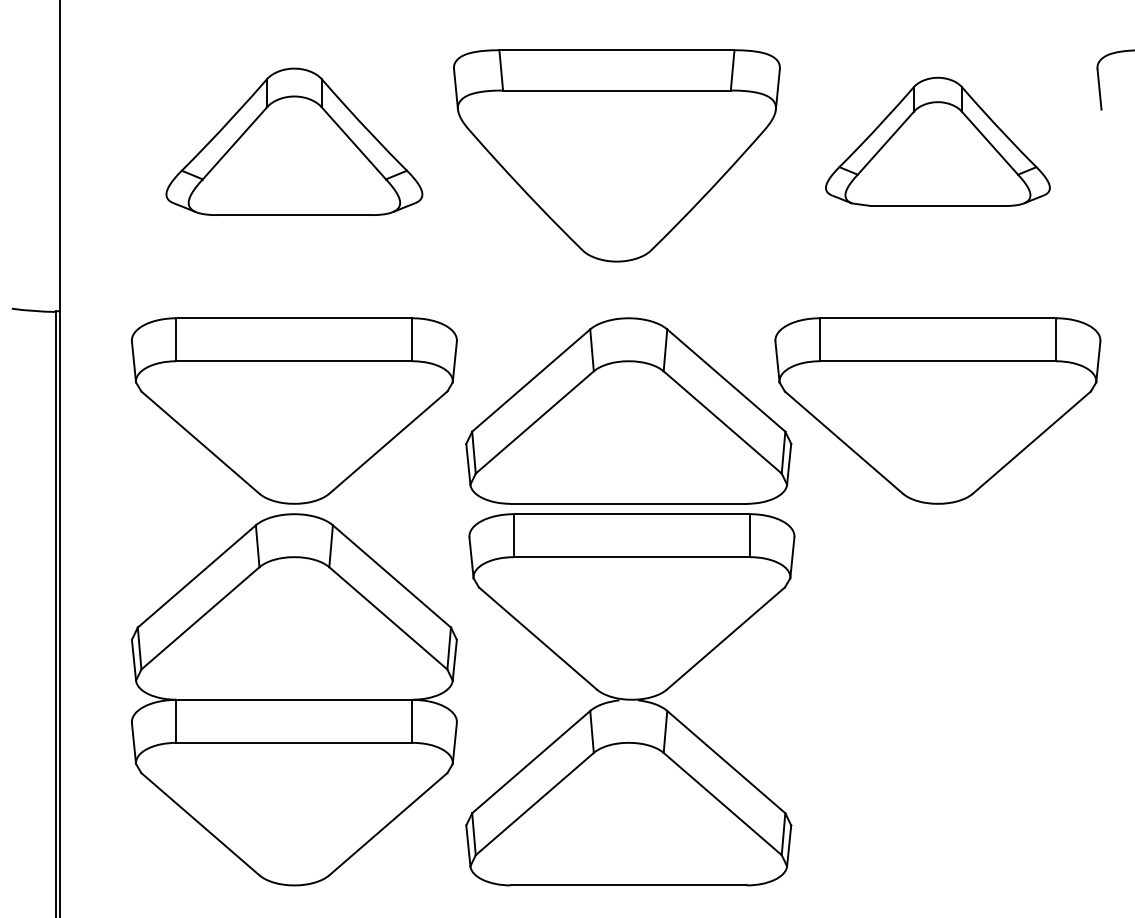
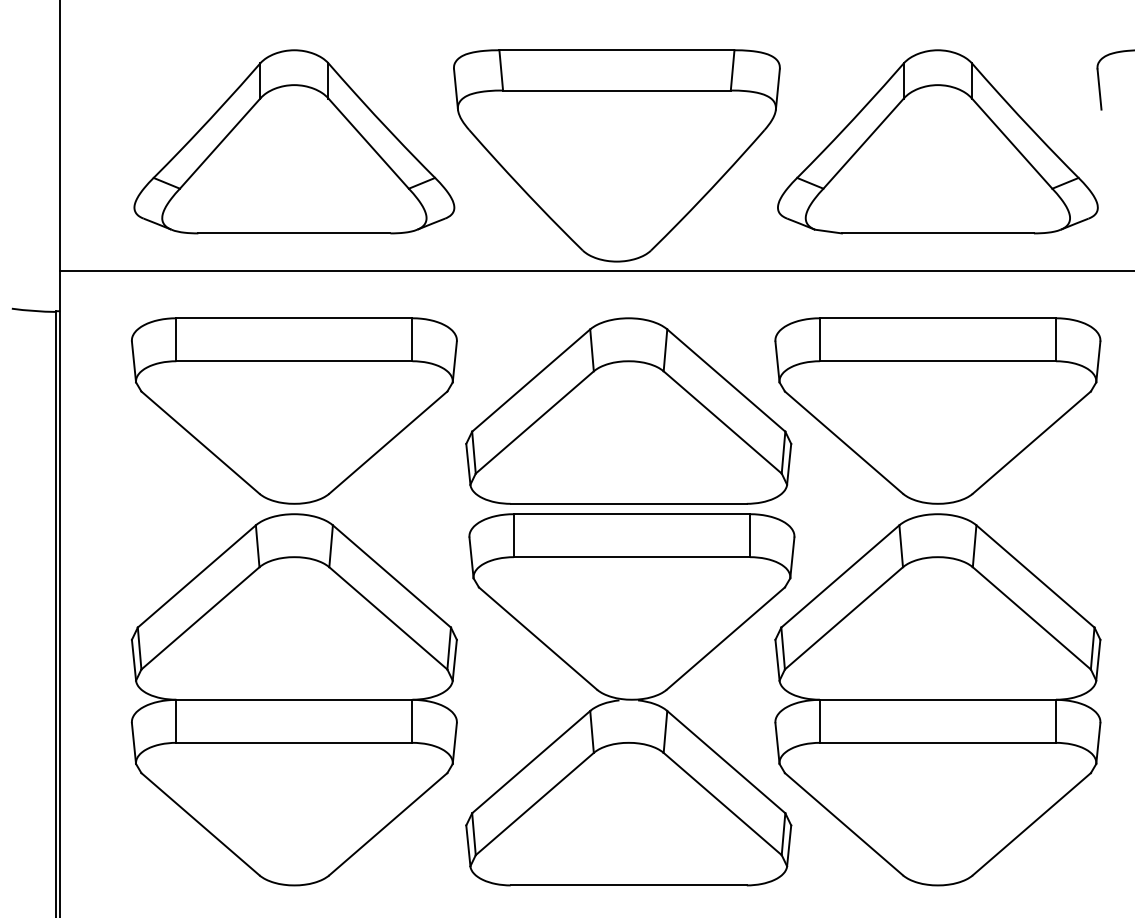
part at (294, 141) size: 259x149 px -> 323x186 px
part at (937, 141) size: 226x131 px -> 322x186 px
line at (595, 271): none -> present
part at (937, 699): none -> present
